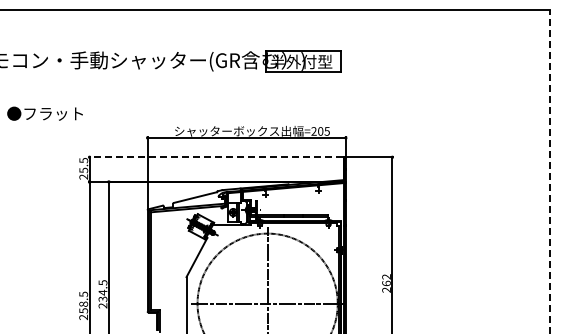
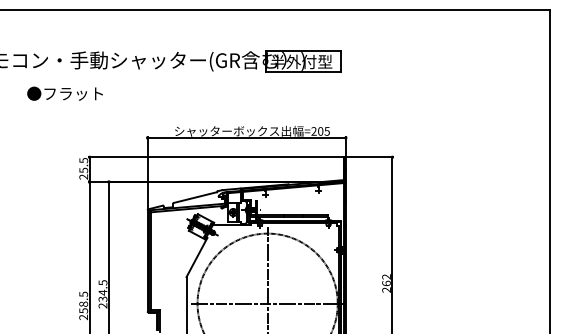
text at (44, 113) position: (44, 113) -> (64, 93)
line at (215, 157): dashed -> solid
line at (549, 171): dashed -> solid
